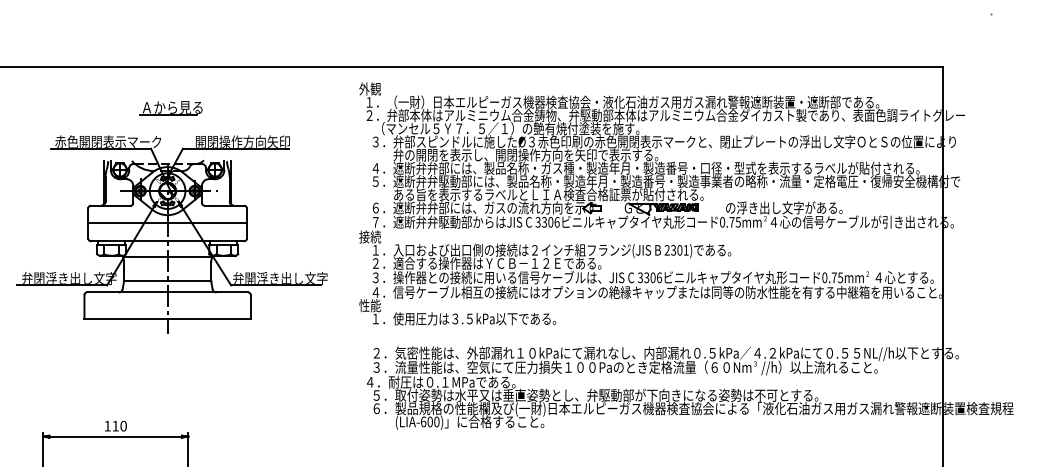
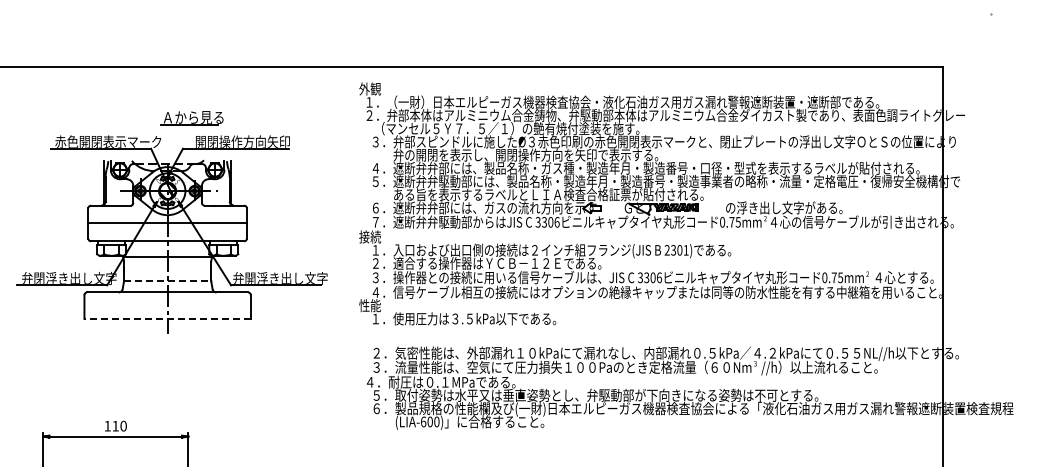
part at (170, 108) position: (170, 108) -> (191, 118)
line at (167, 281): solid -> dashed
line at (167, 318): solid -> dashed
